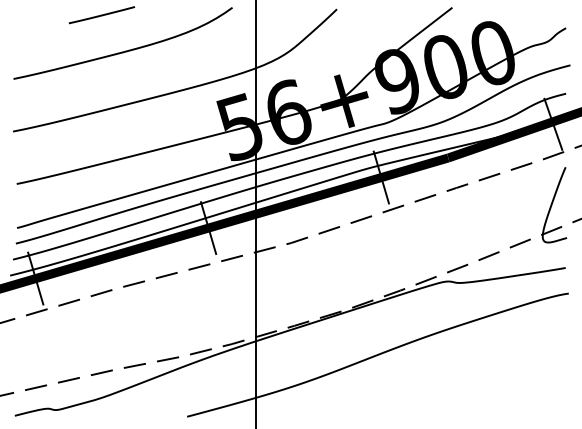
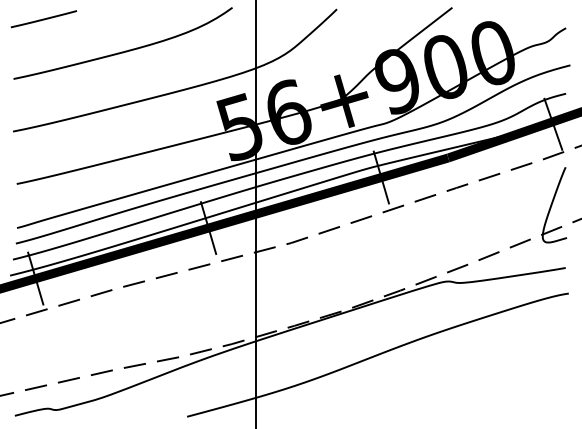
line at (101, 15) position: (101, 15) -> (43, 19)
